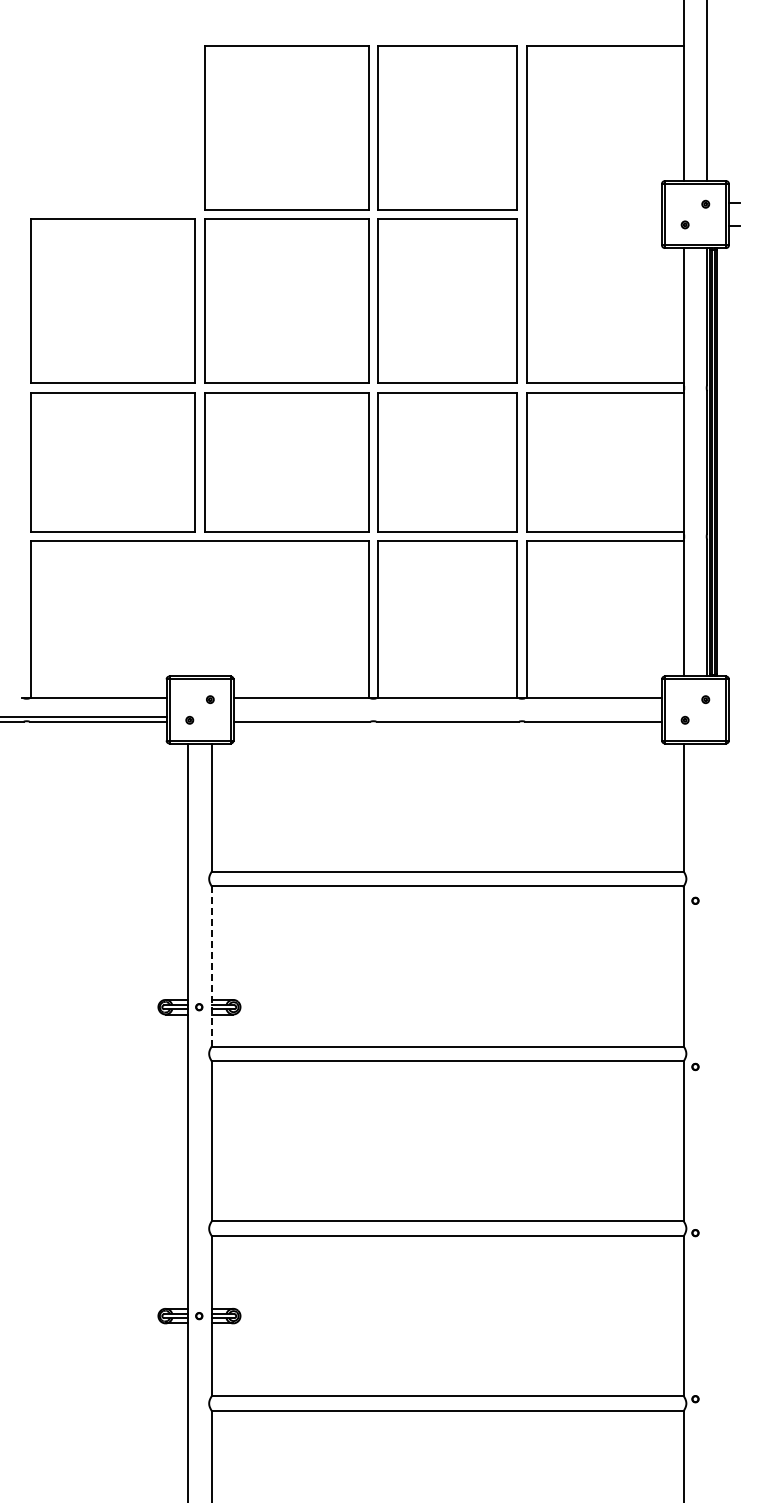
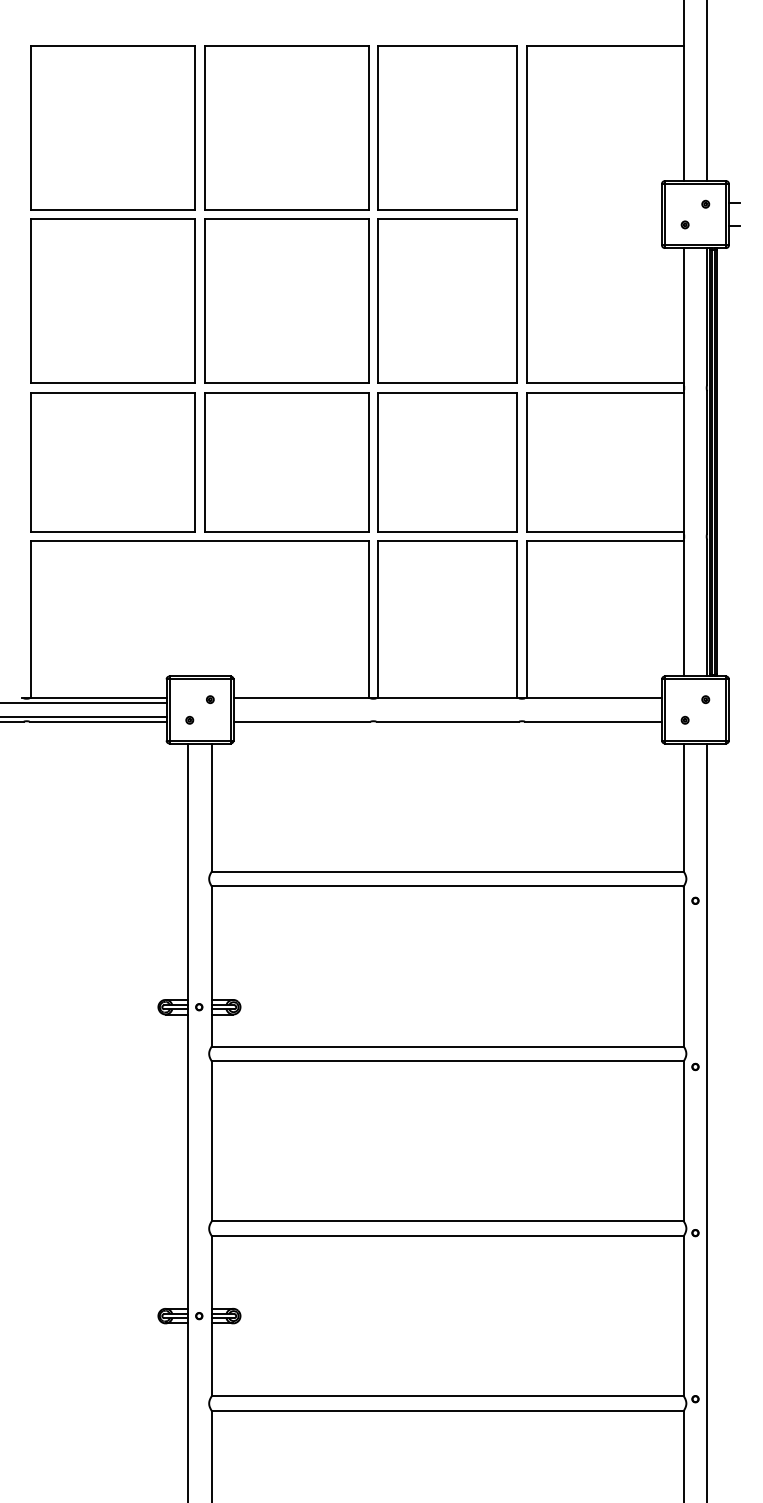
part at (112, 127): none -> present
line at (84, 702): none -> present
line at (211, 965): dashed -> solid
line at (707, 1121): none -> present
